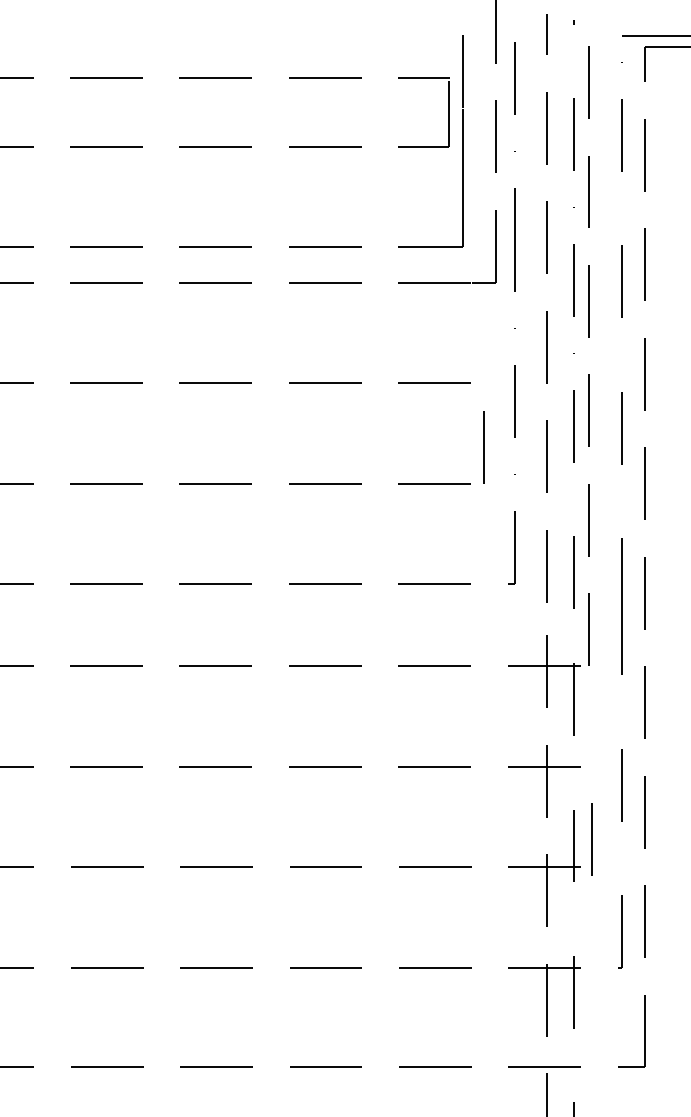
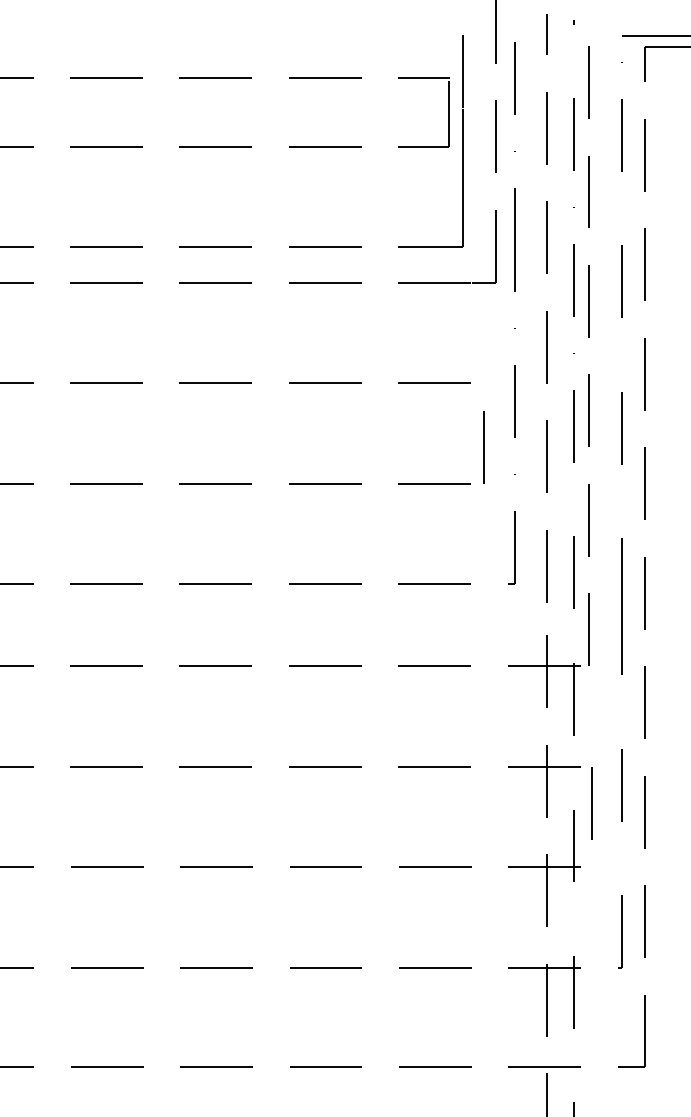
line at (591, 839) position: (591, 839) -> (591, 803)
